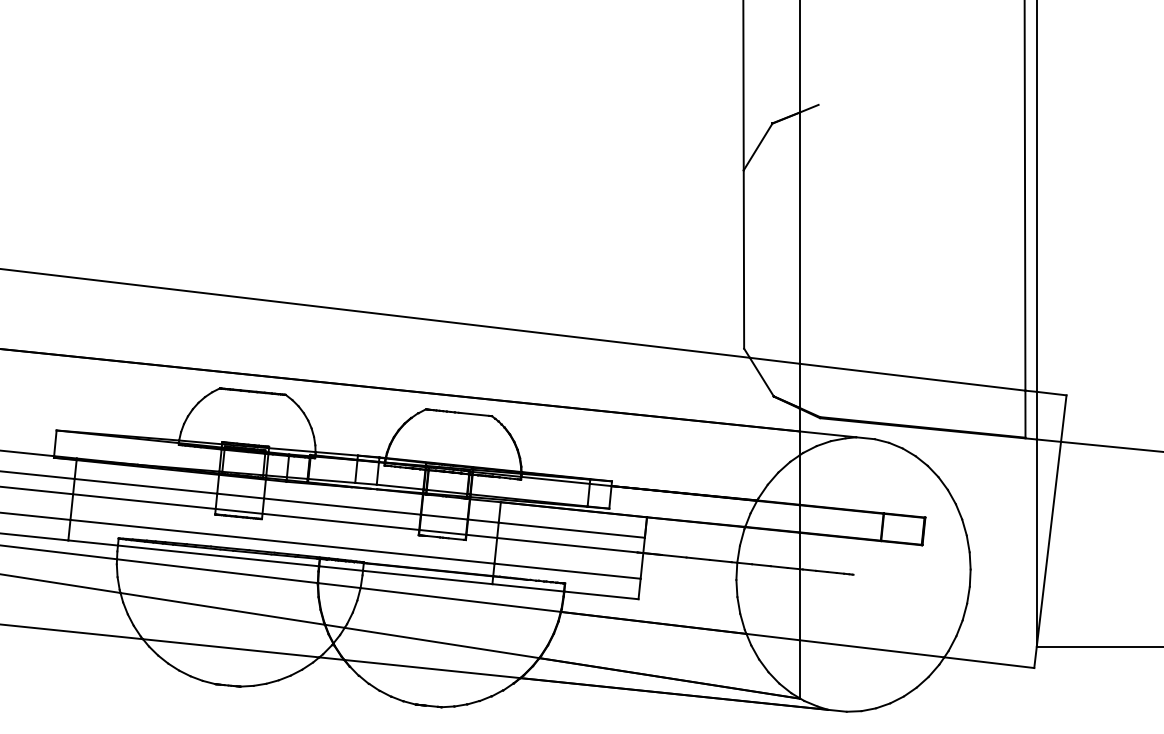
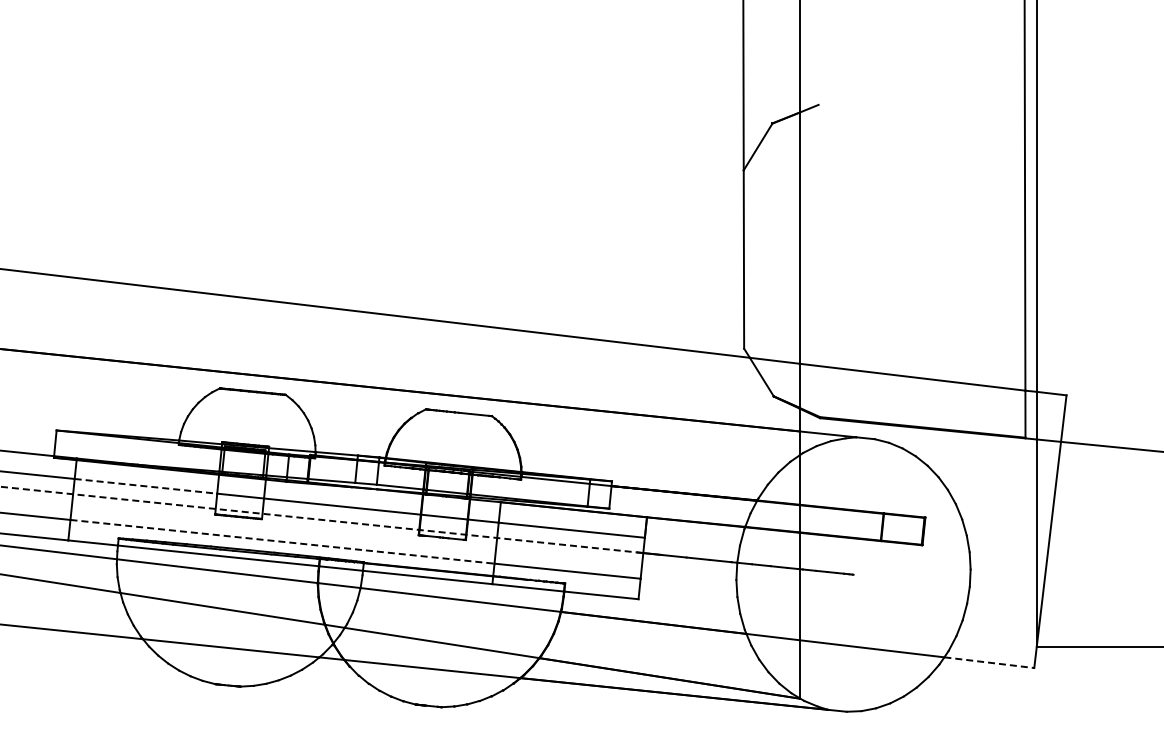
line at (145, 486): solid -> dashed
line at (319, 519): solid -> dashed
line at (283, 541): solid -> dashed
line at (989, 662): solid -> dashed
